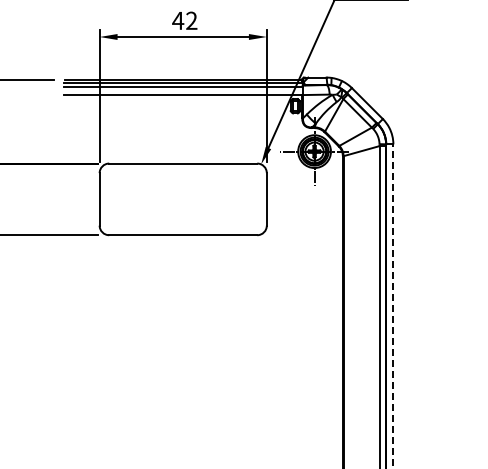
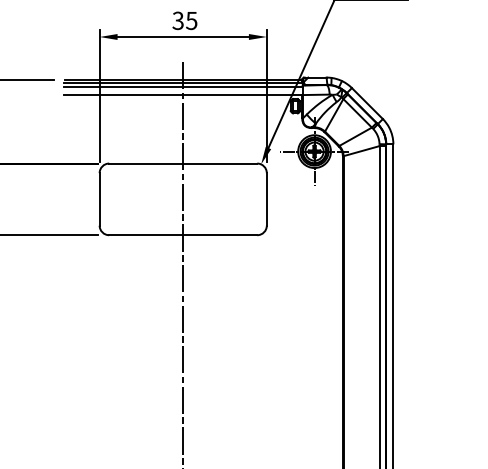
text at (184, 20): 42 -> 35
line at (183, 263): none -> present
line at (393, 306): dashed -> solid
